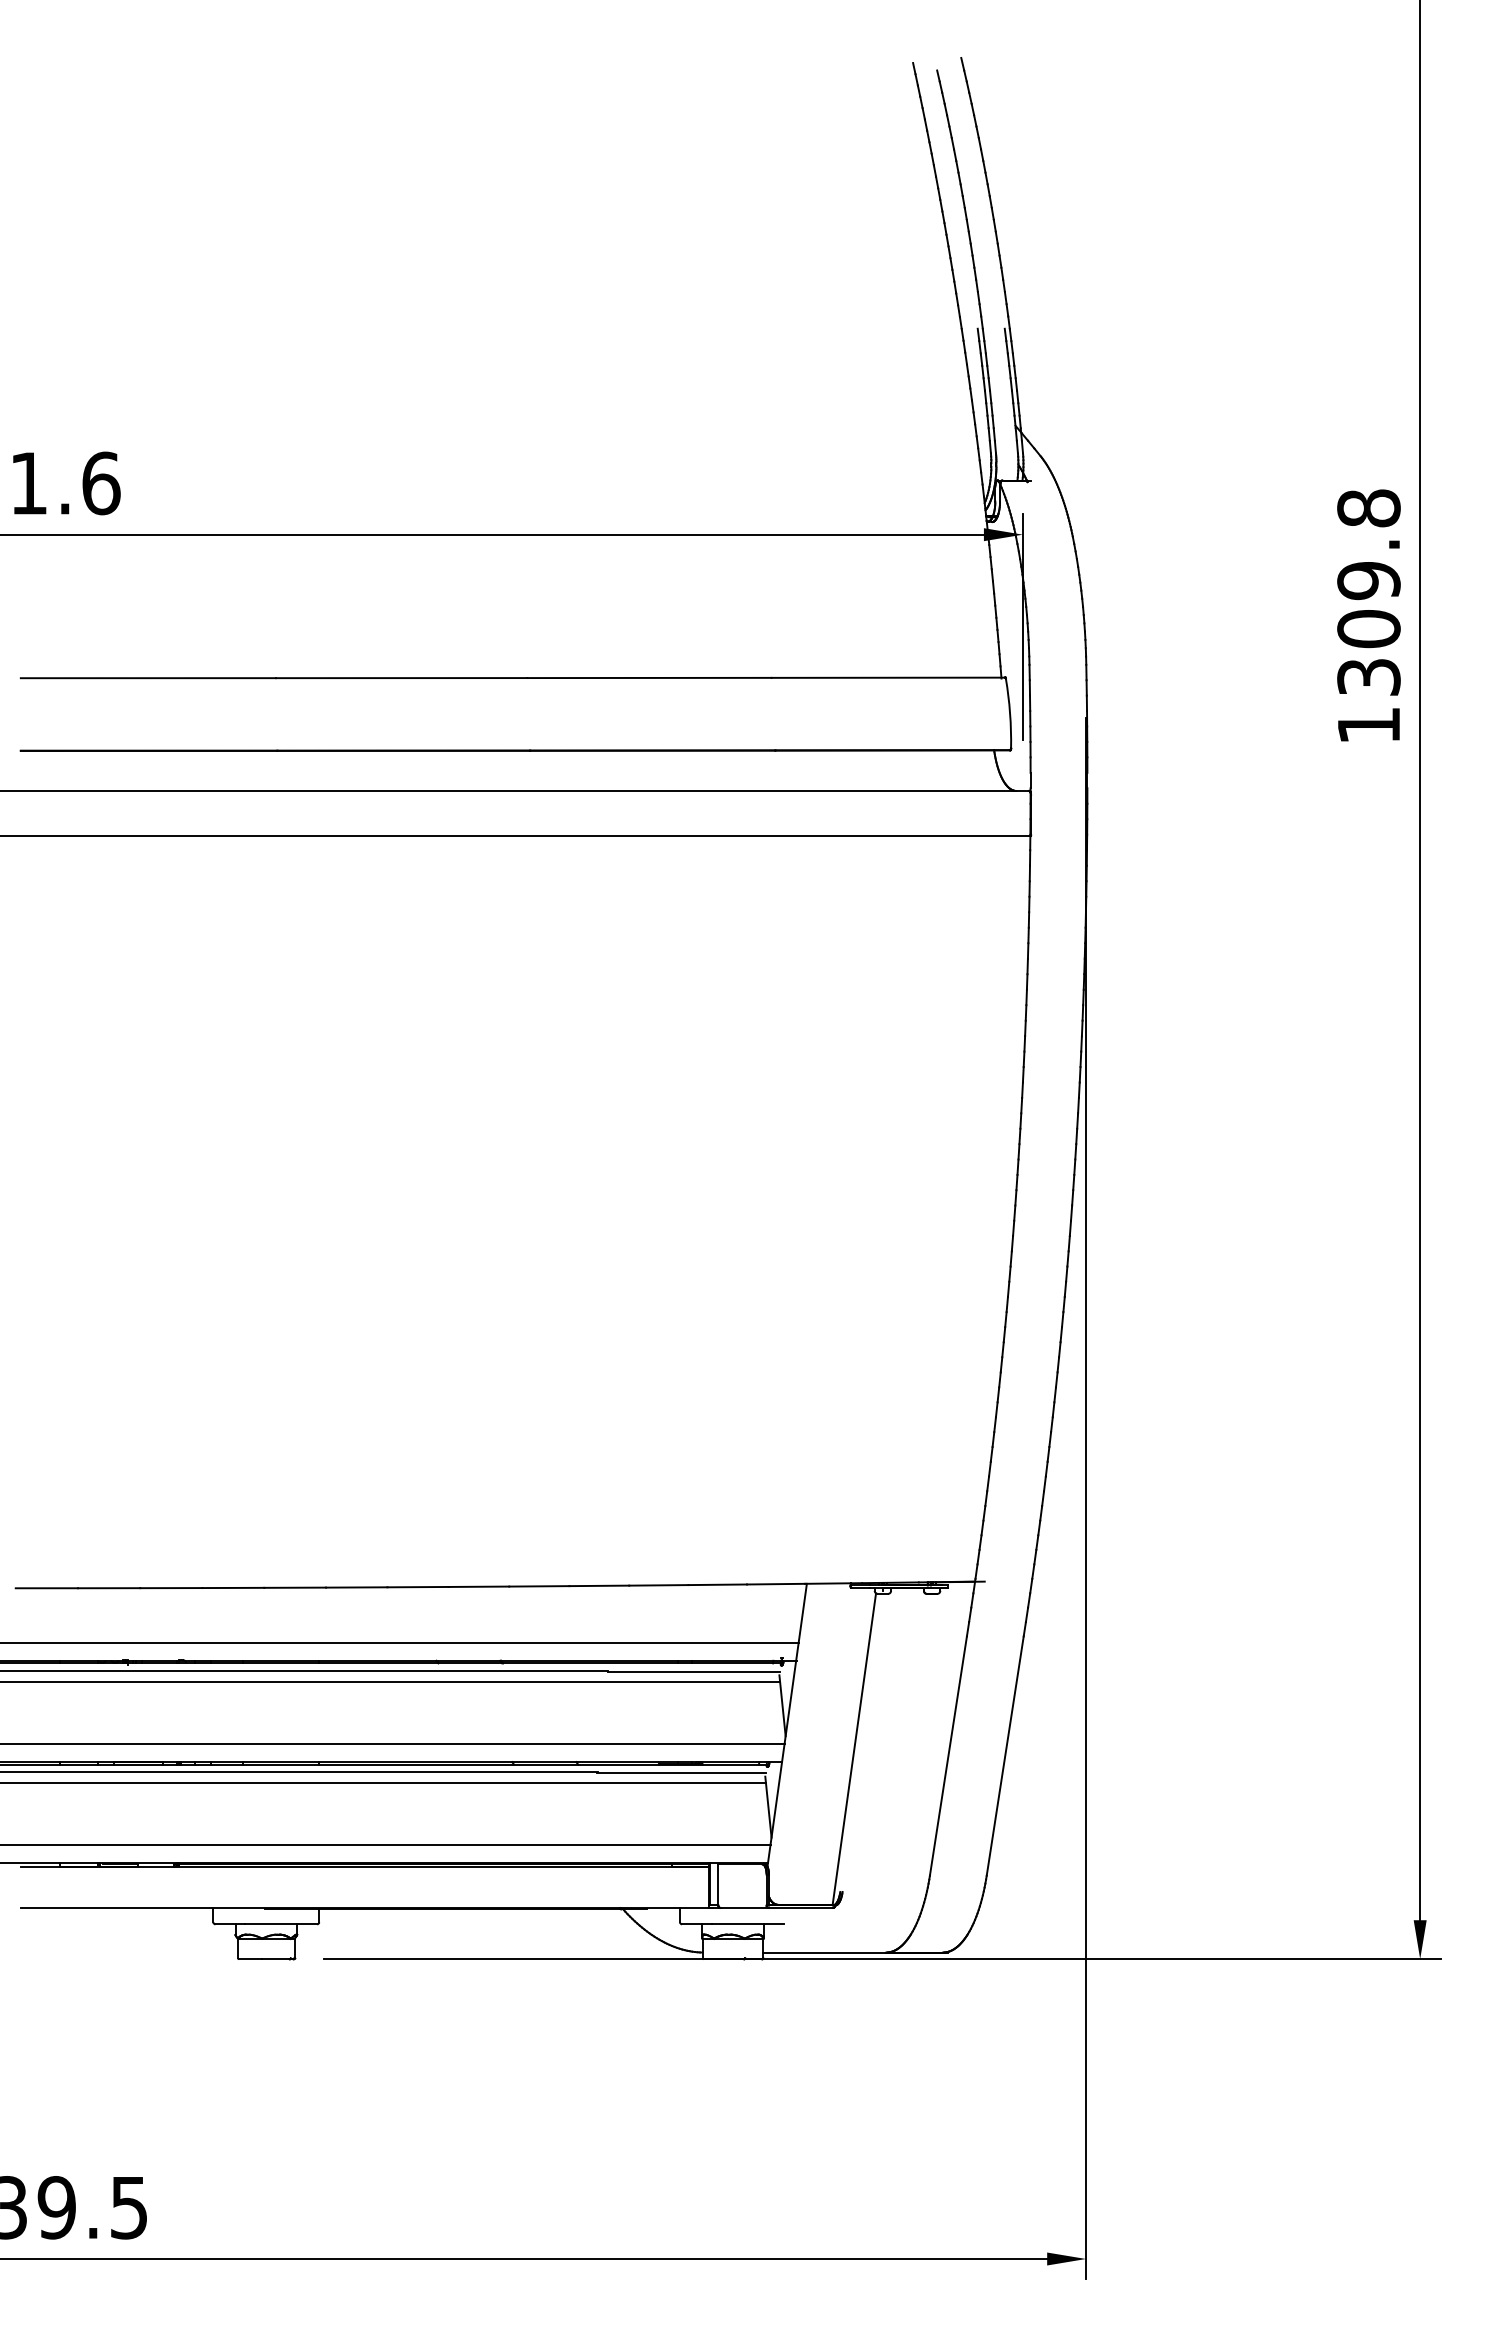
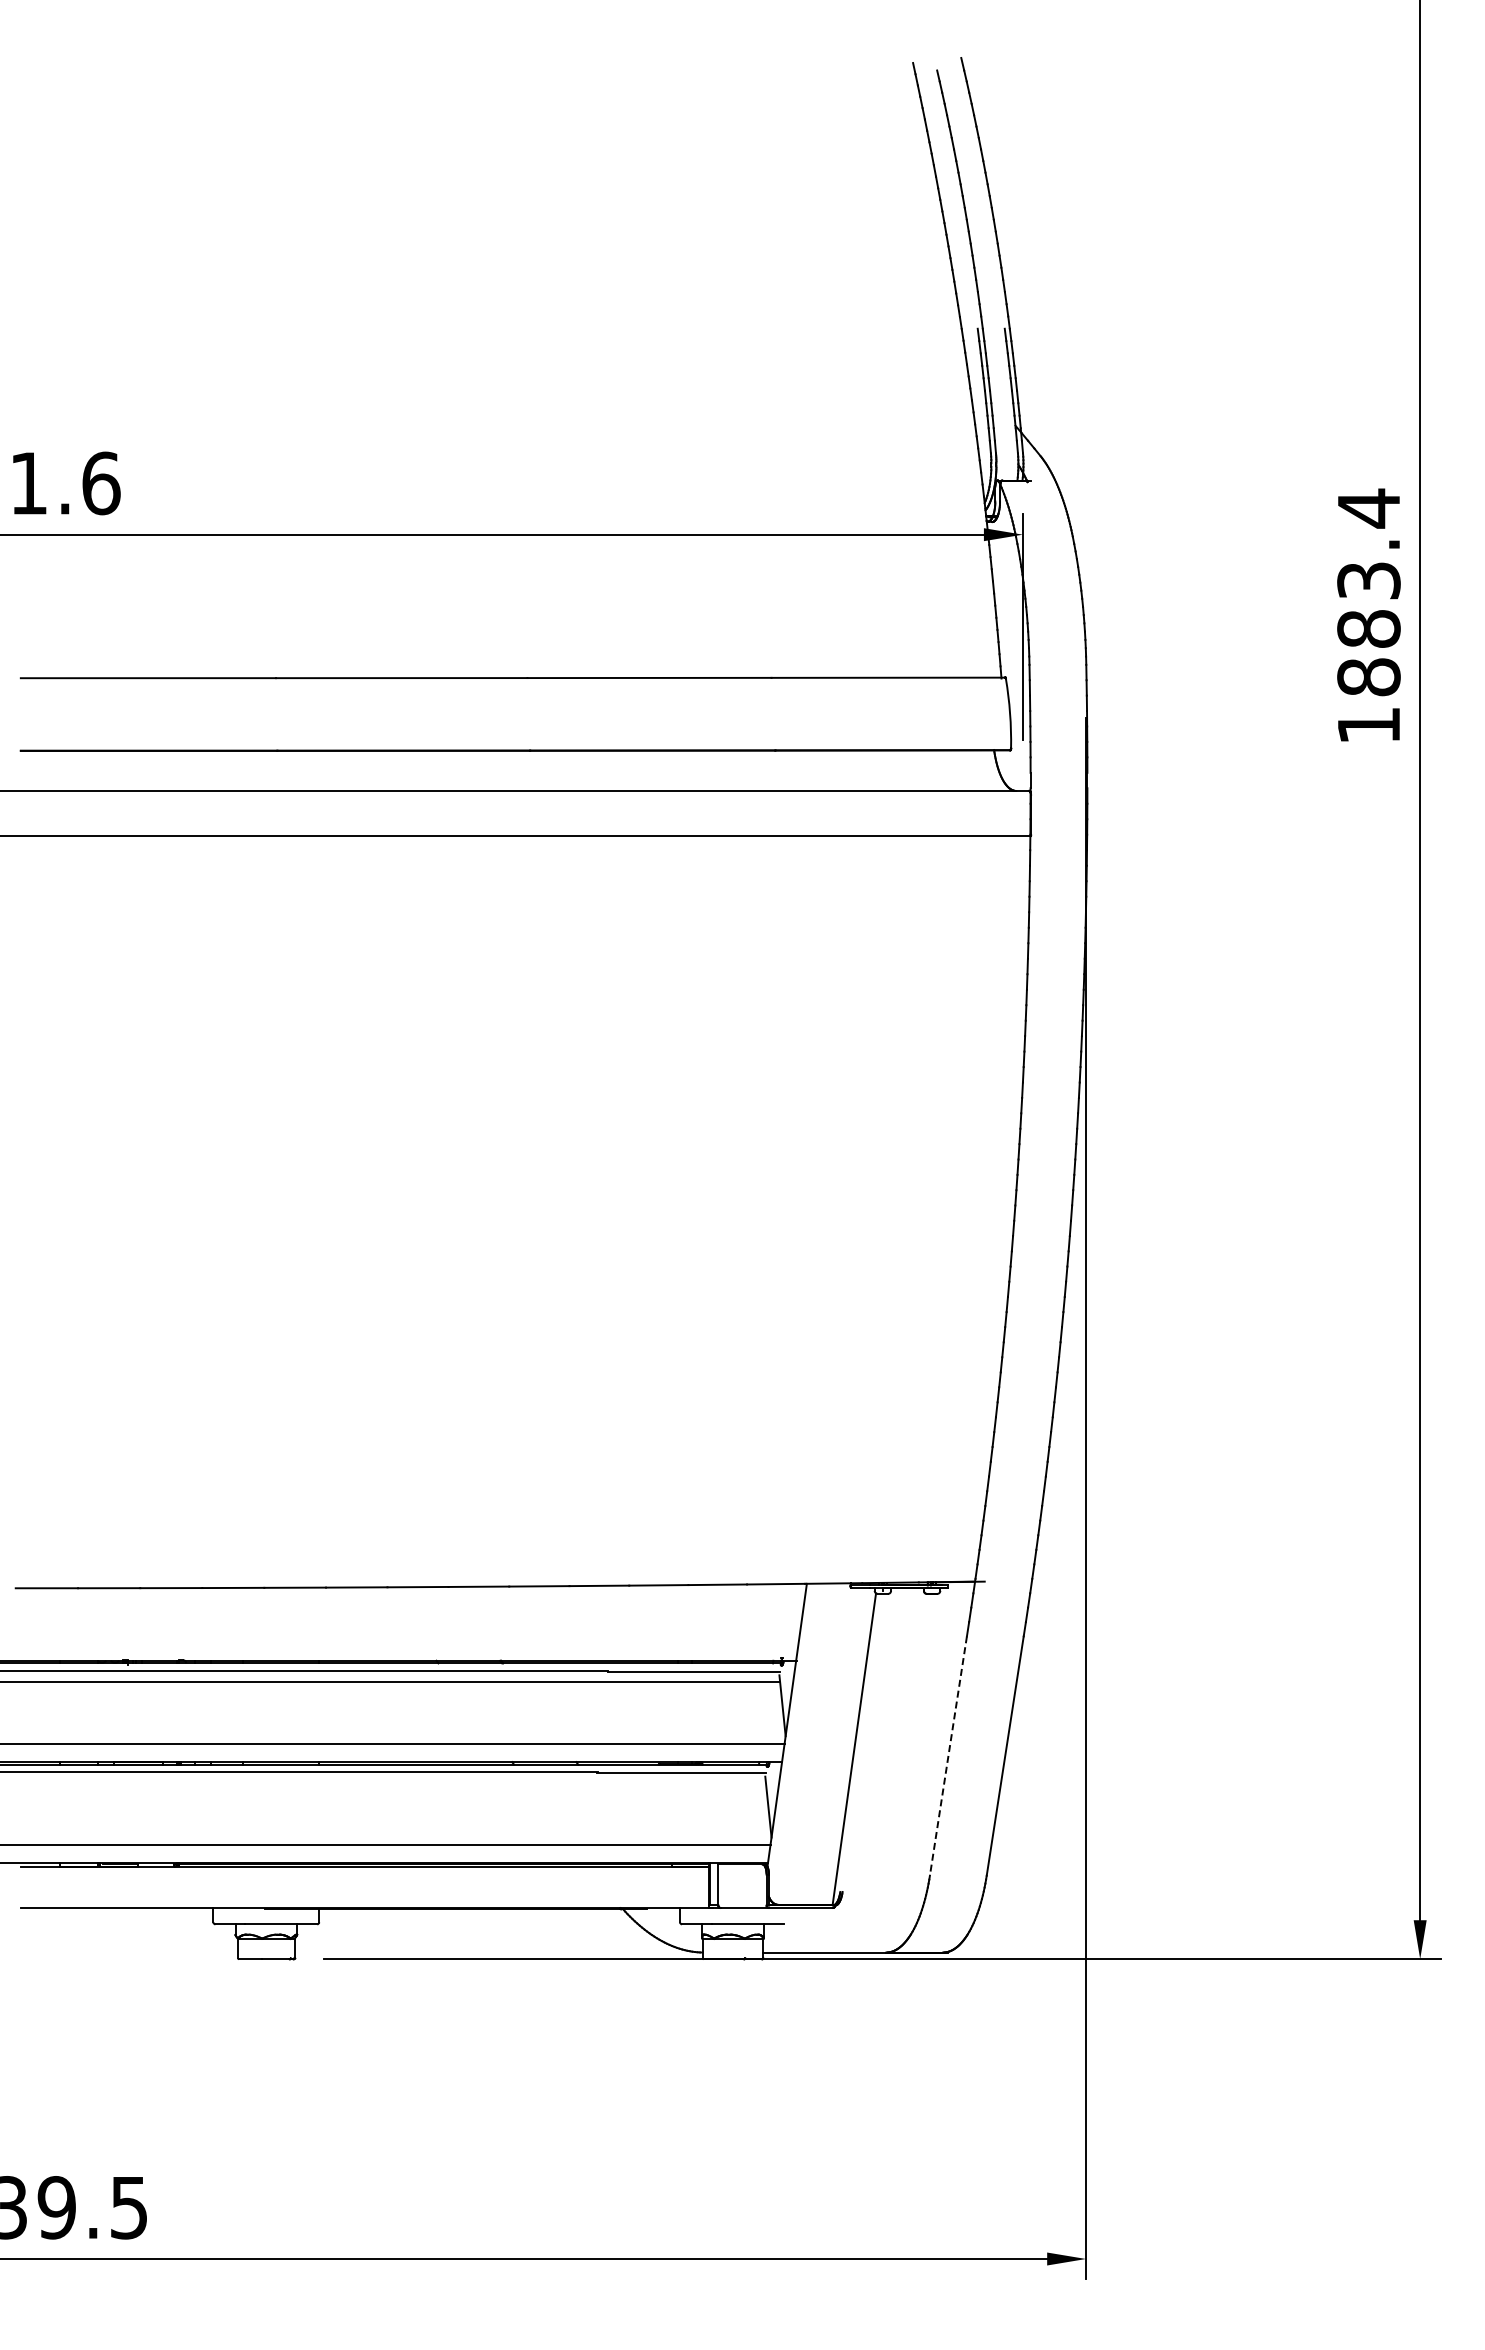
text at (1368, 592): 1309.8 -> 1883.4
line at (400, 1642): present -> none
line at (948, 1756): solid -> dashed
line at (384, 1782): present -> none
